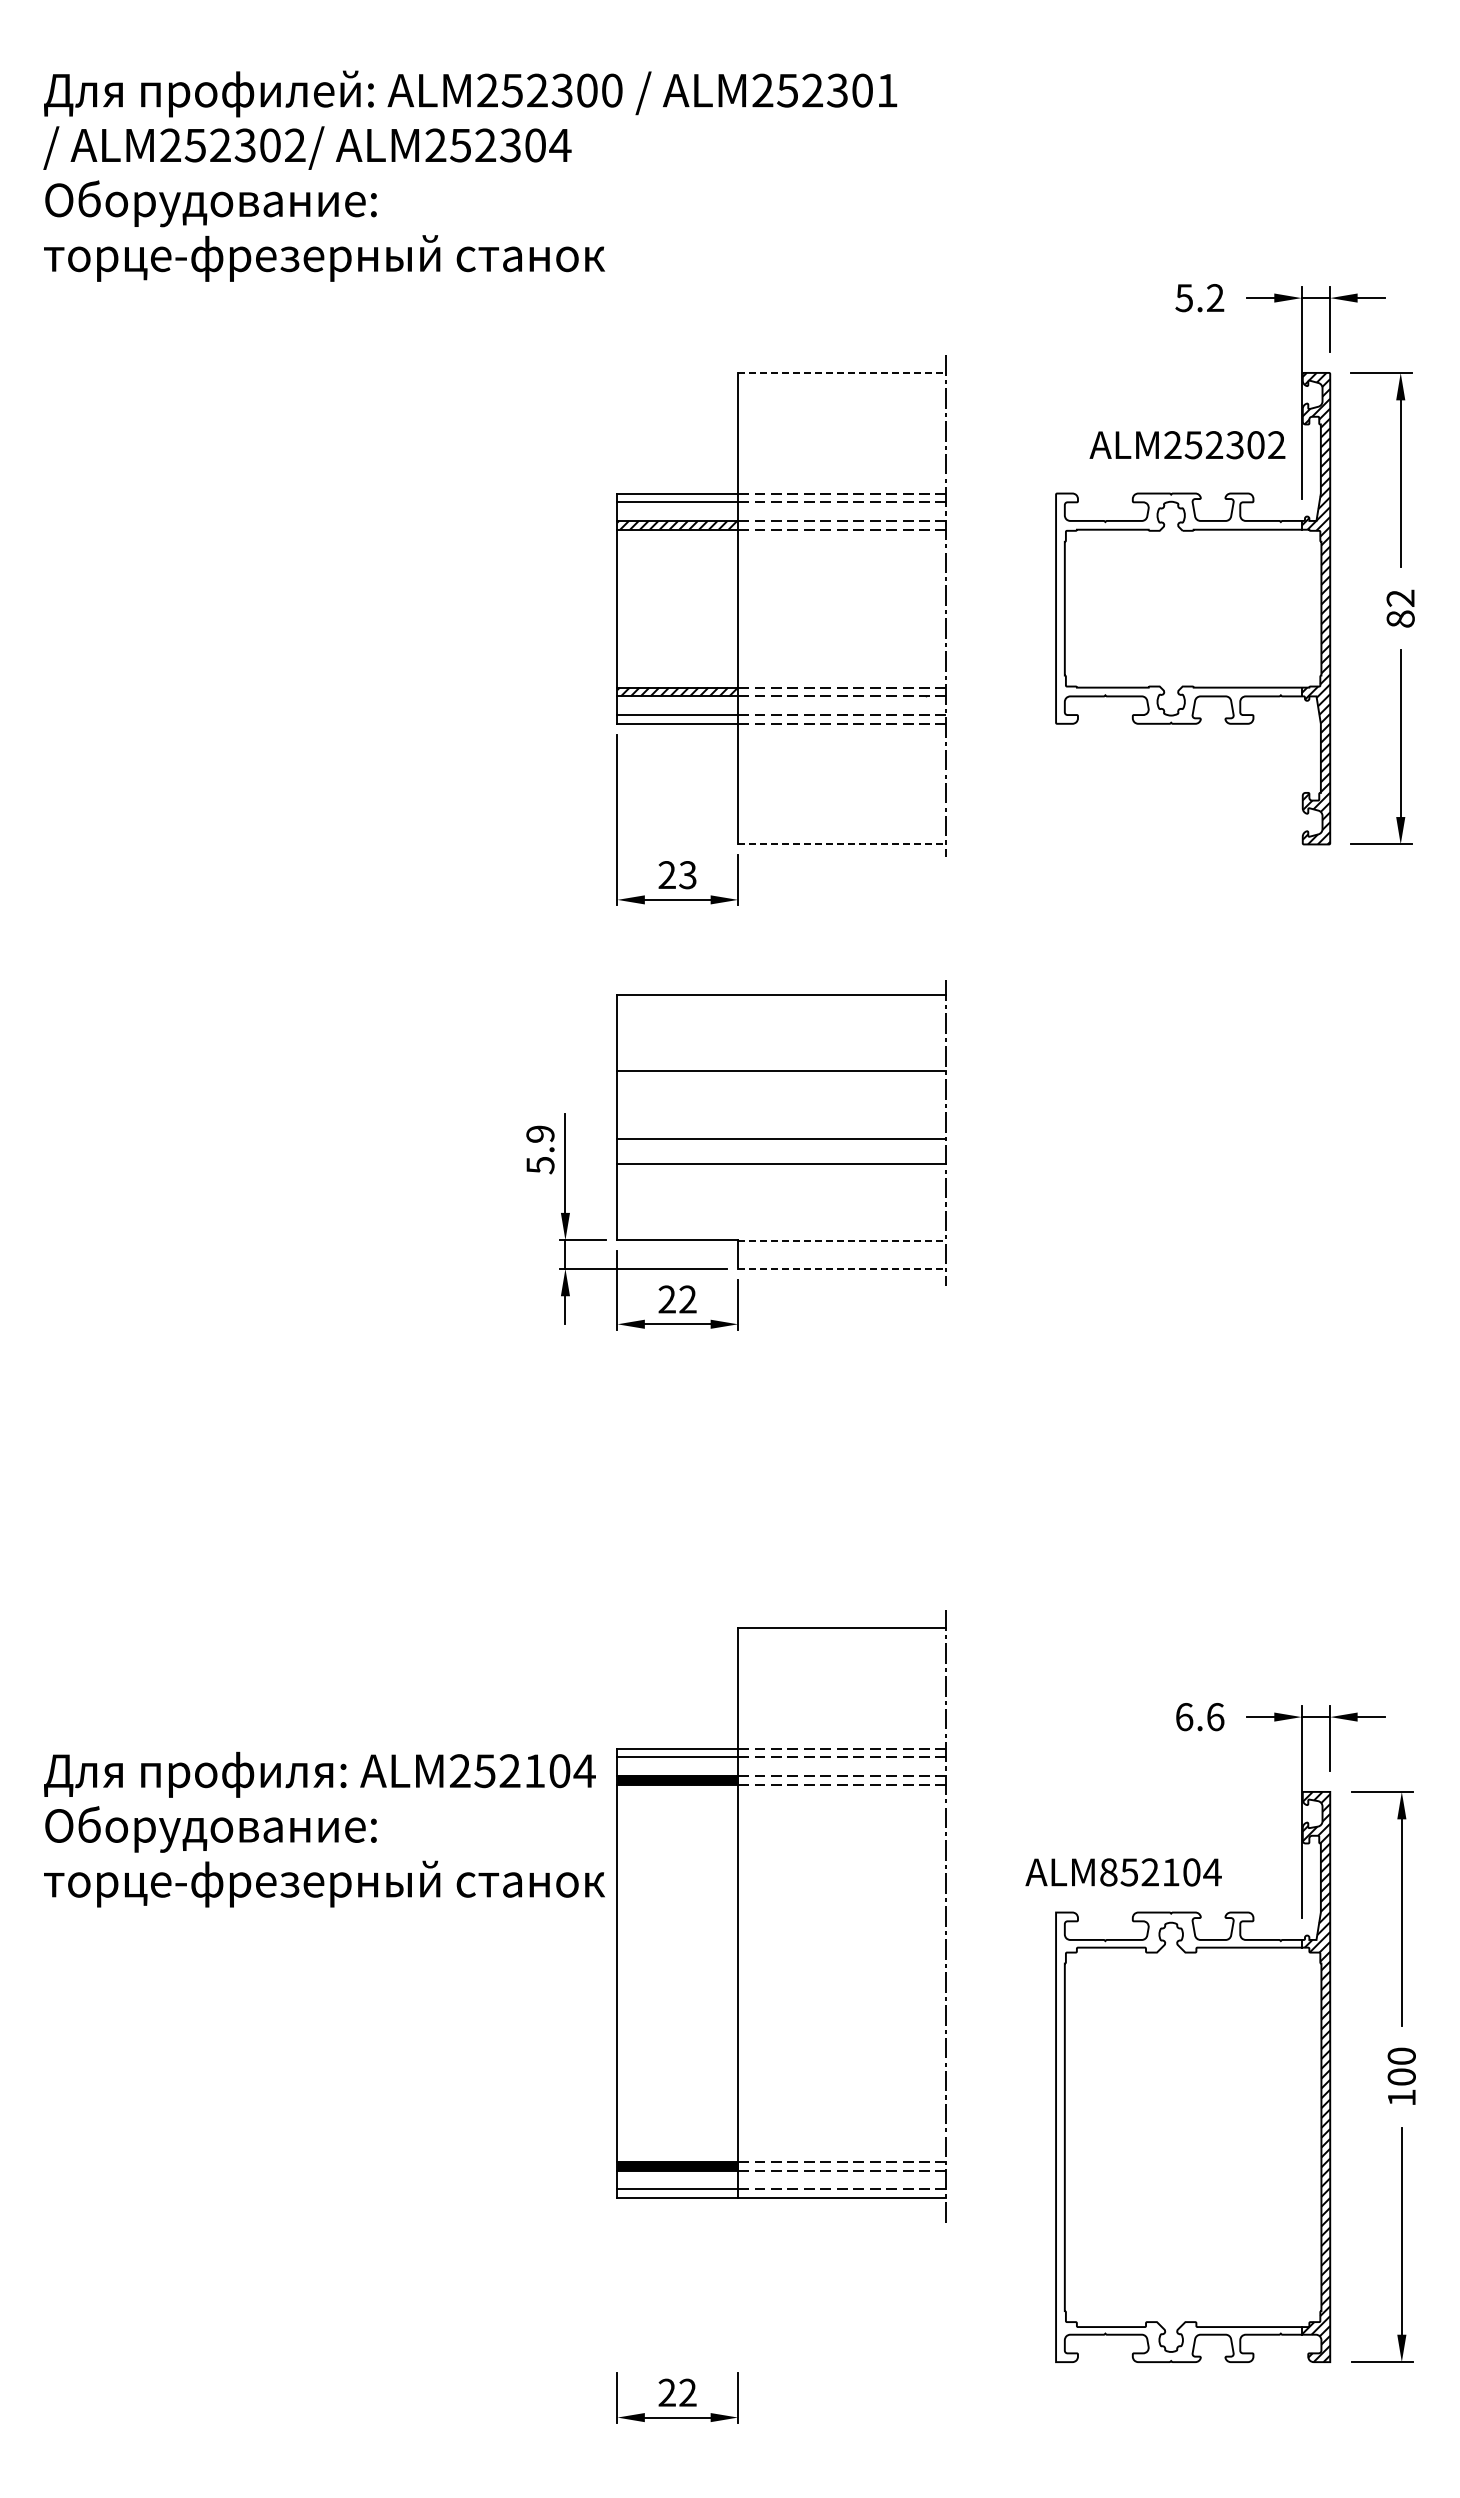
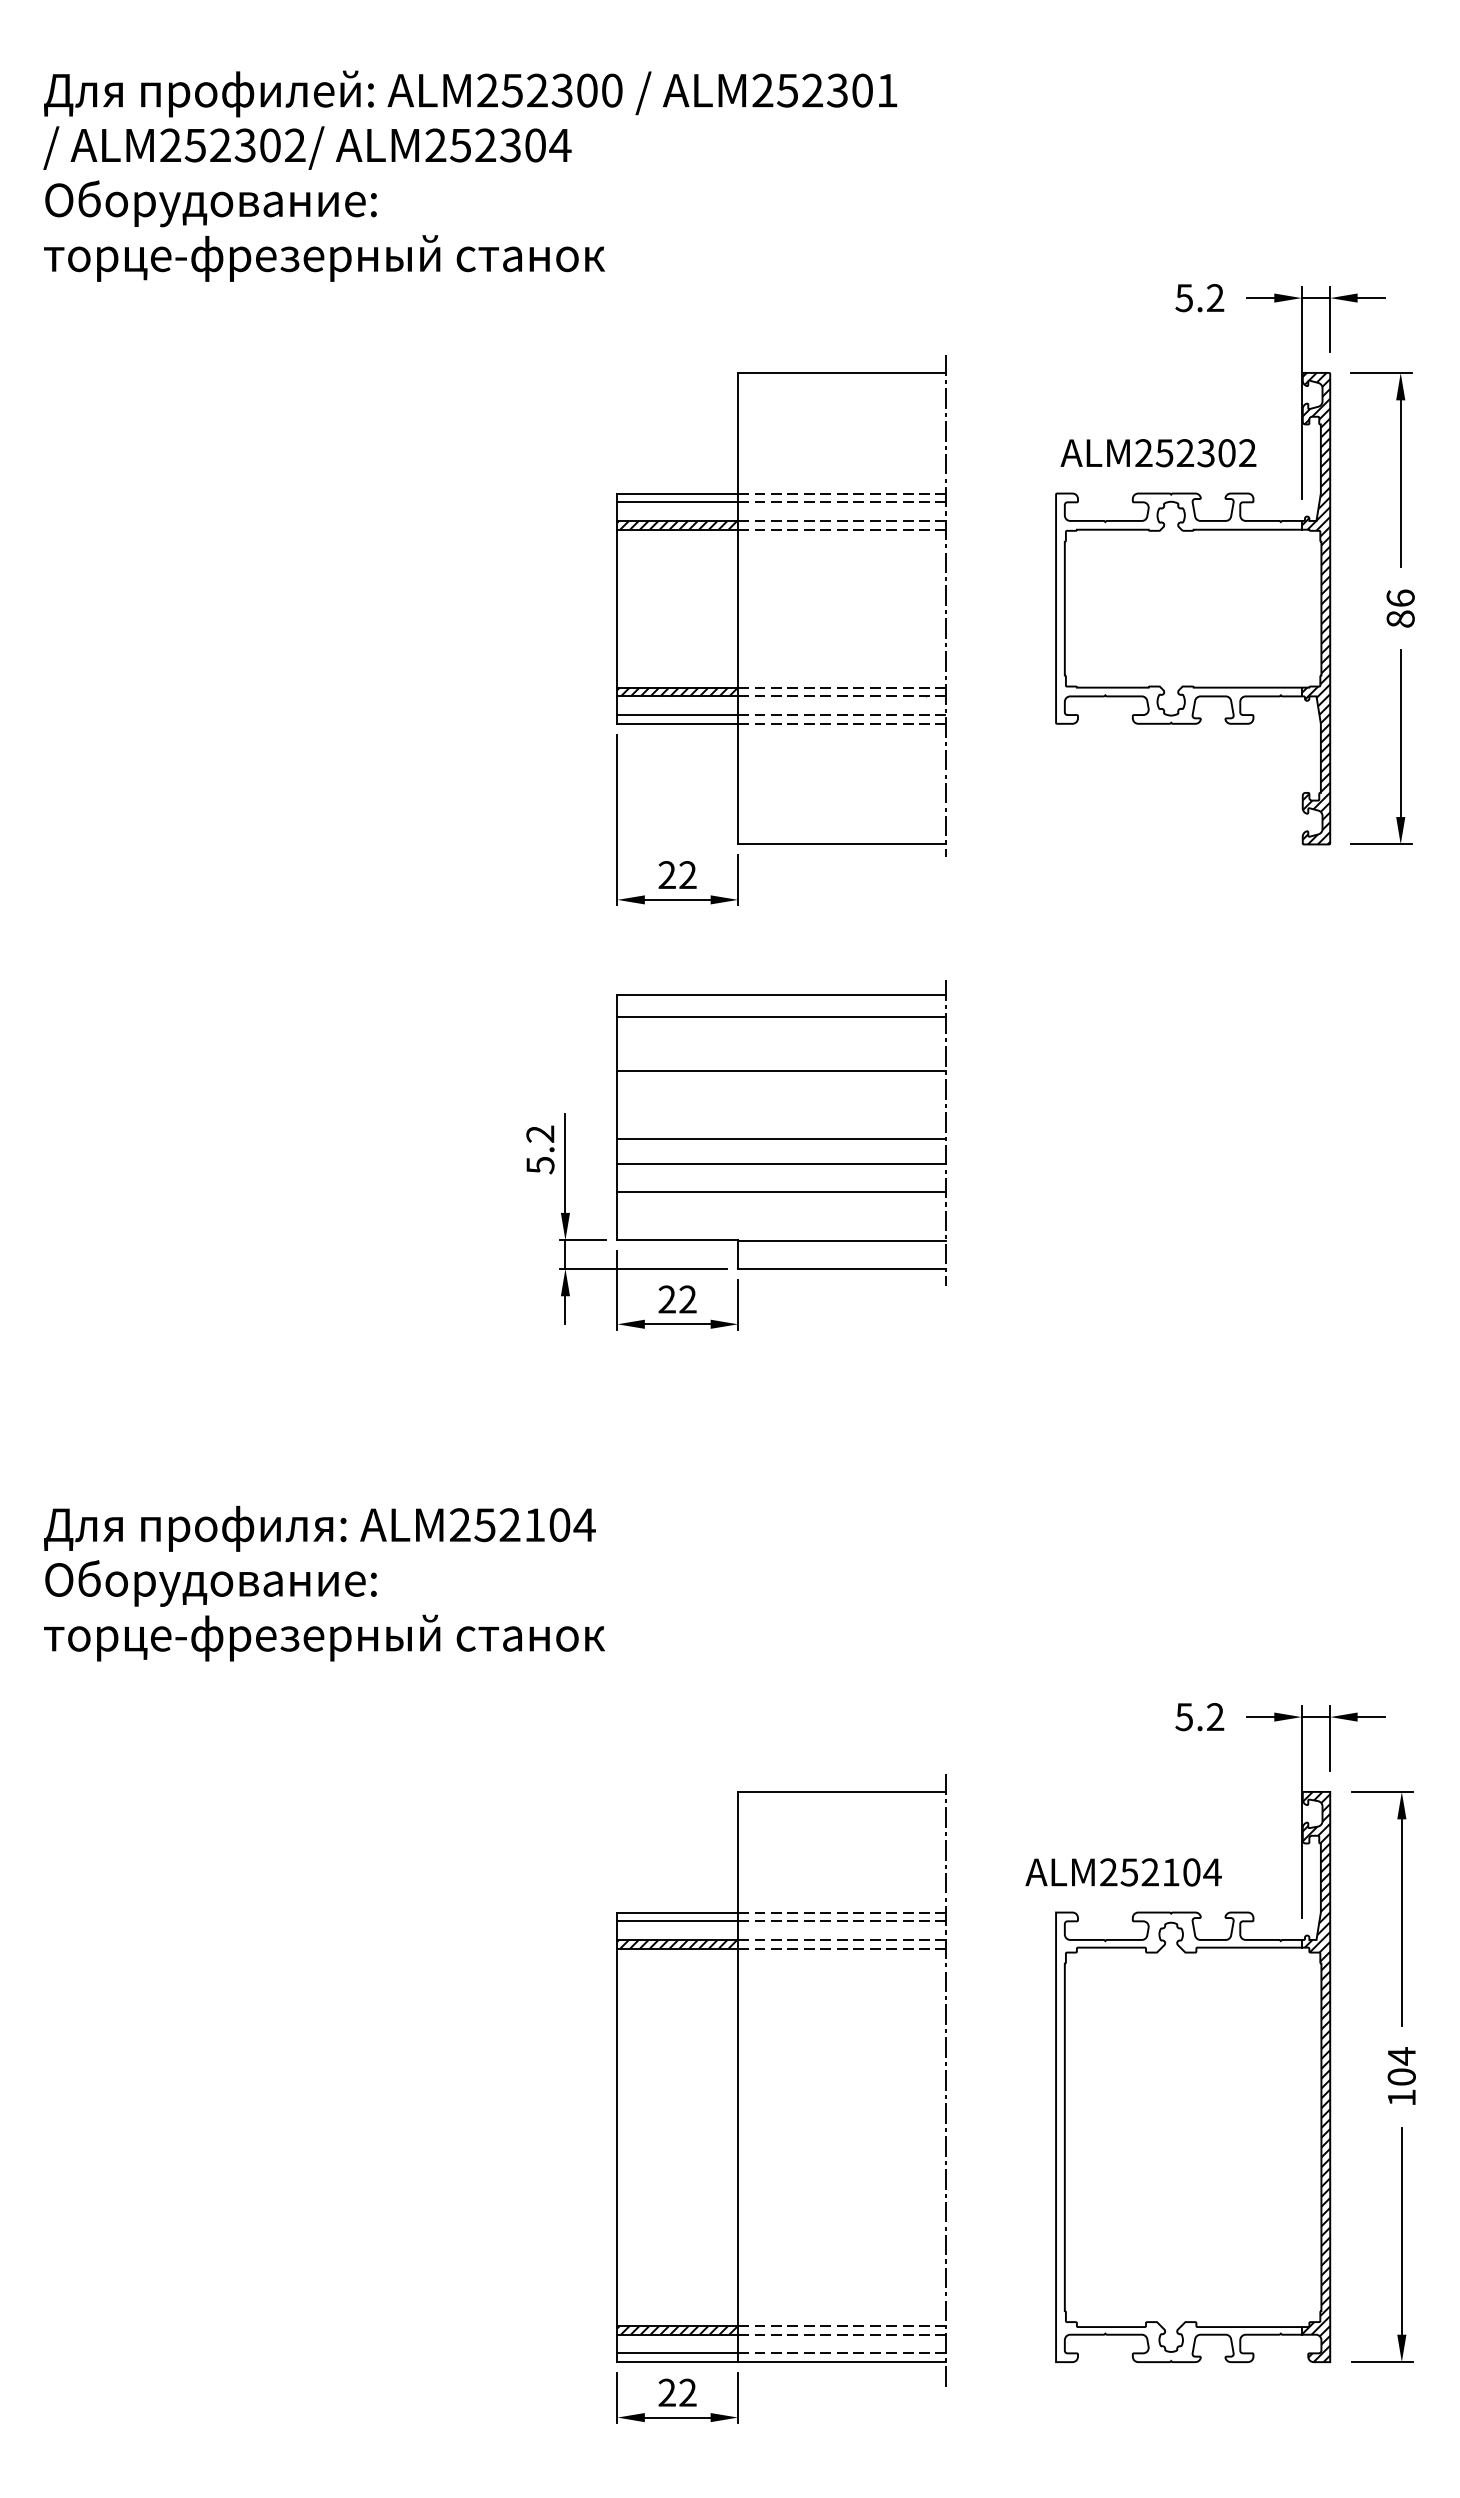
line at (842, 372): dashed -> solid
text at (1187, 445) position: (1187, 445) -> (1158, 453)
text at (1400, 597): 82 -> 86
line at (842, 844): dashed -> solid
text at (687, 875): 23 -> 22
line at (781, 1016): none -> present
text at (540, 1133): 5.9 -> 5.2
line at (781, 1192): none -> present
line at (842, 1241): dashed -> solid
line at (842, 1268): dashed -> solid
text at (1199, 1717): 6.6 -> 5.2
text at (324, 1829) position: (324, 1829) -> (324, 1583)
text at (1108, 1872): ALM852104 -> ALM252104
part at (738, 1916) position: (738, 1916) -> (738, 2080)
text at (1401, 2056): 100 -> 104
